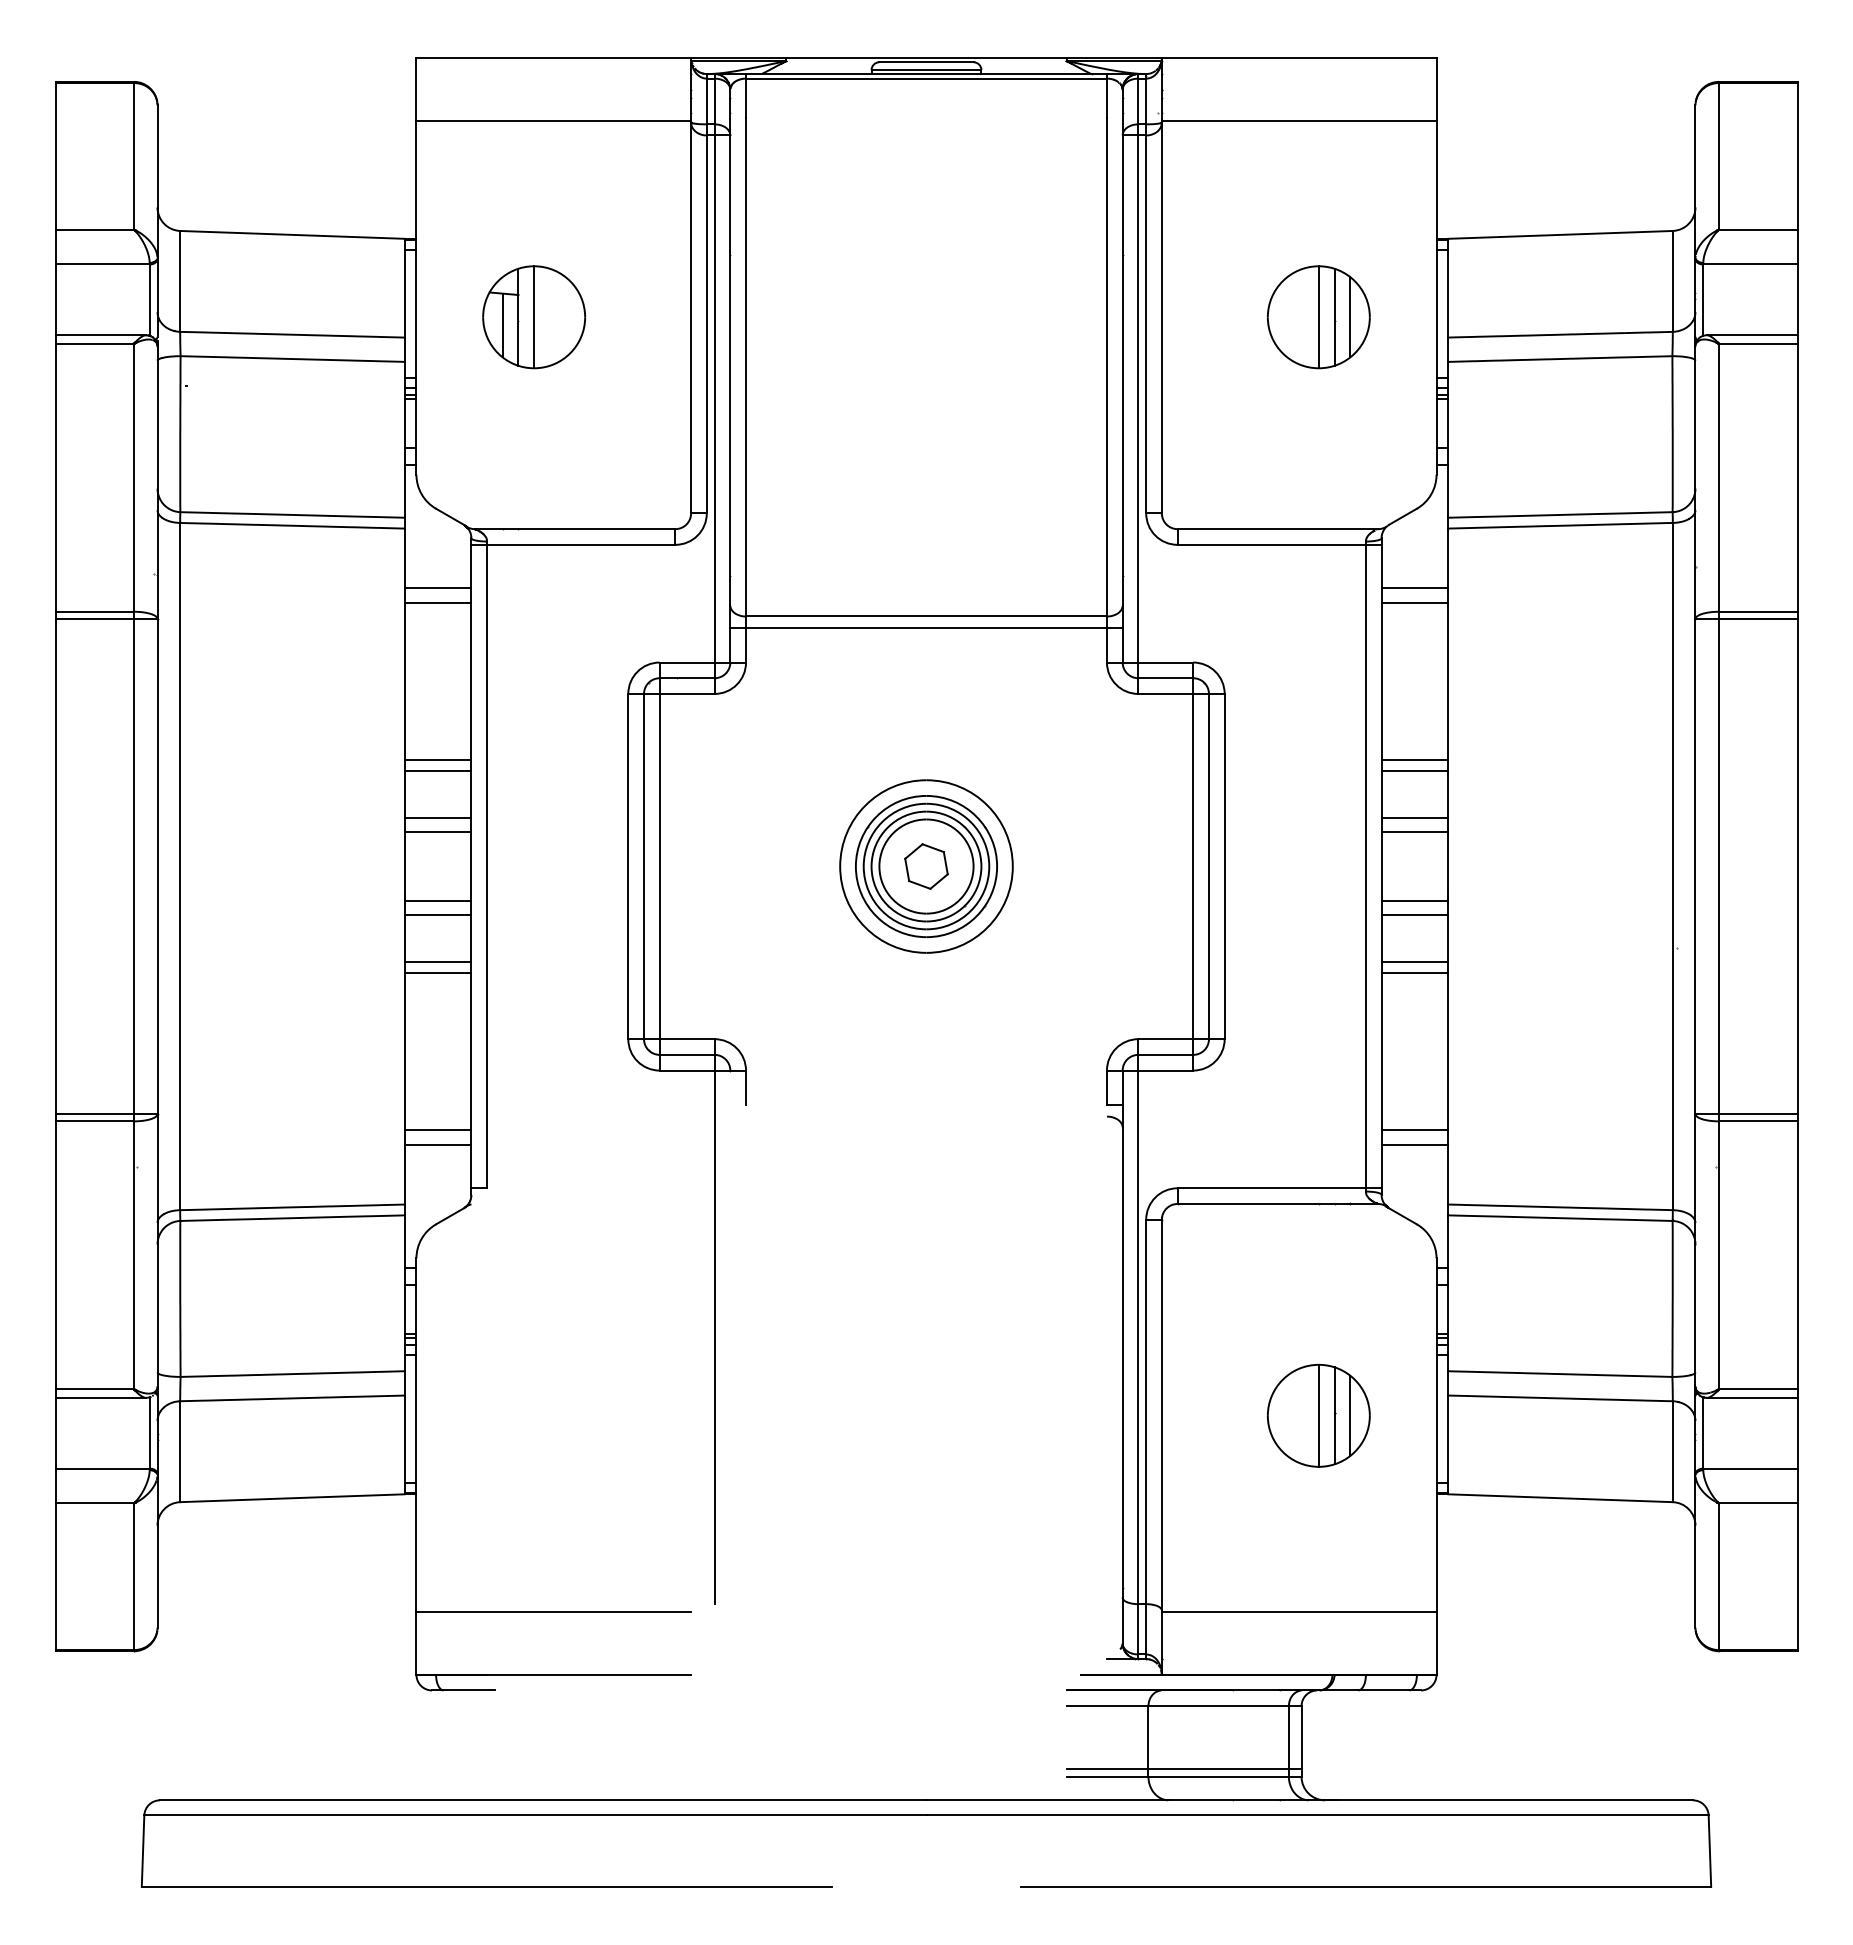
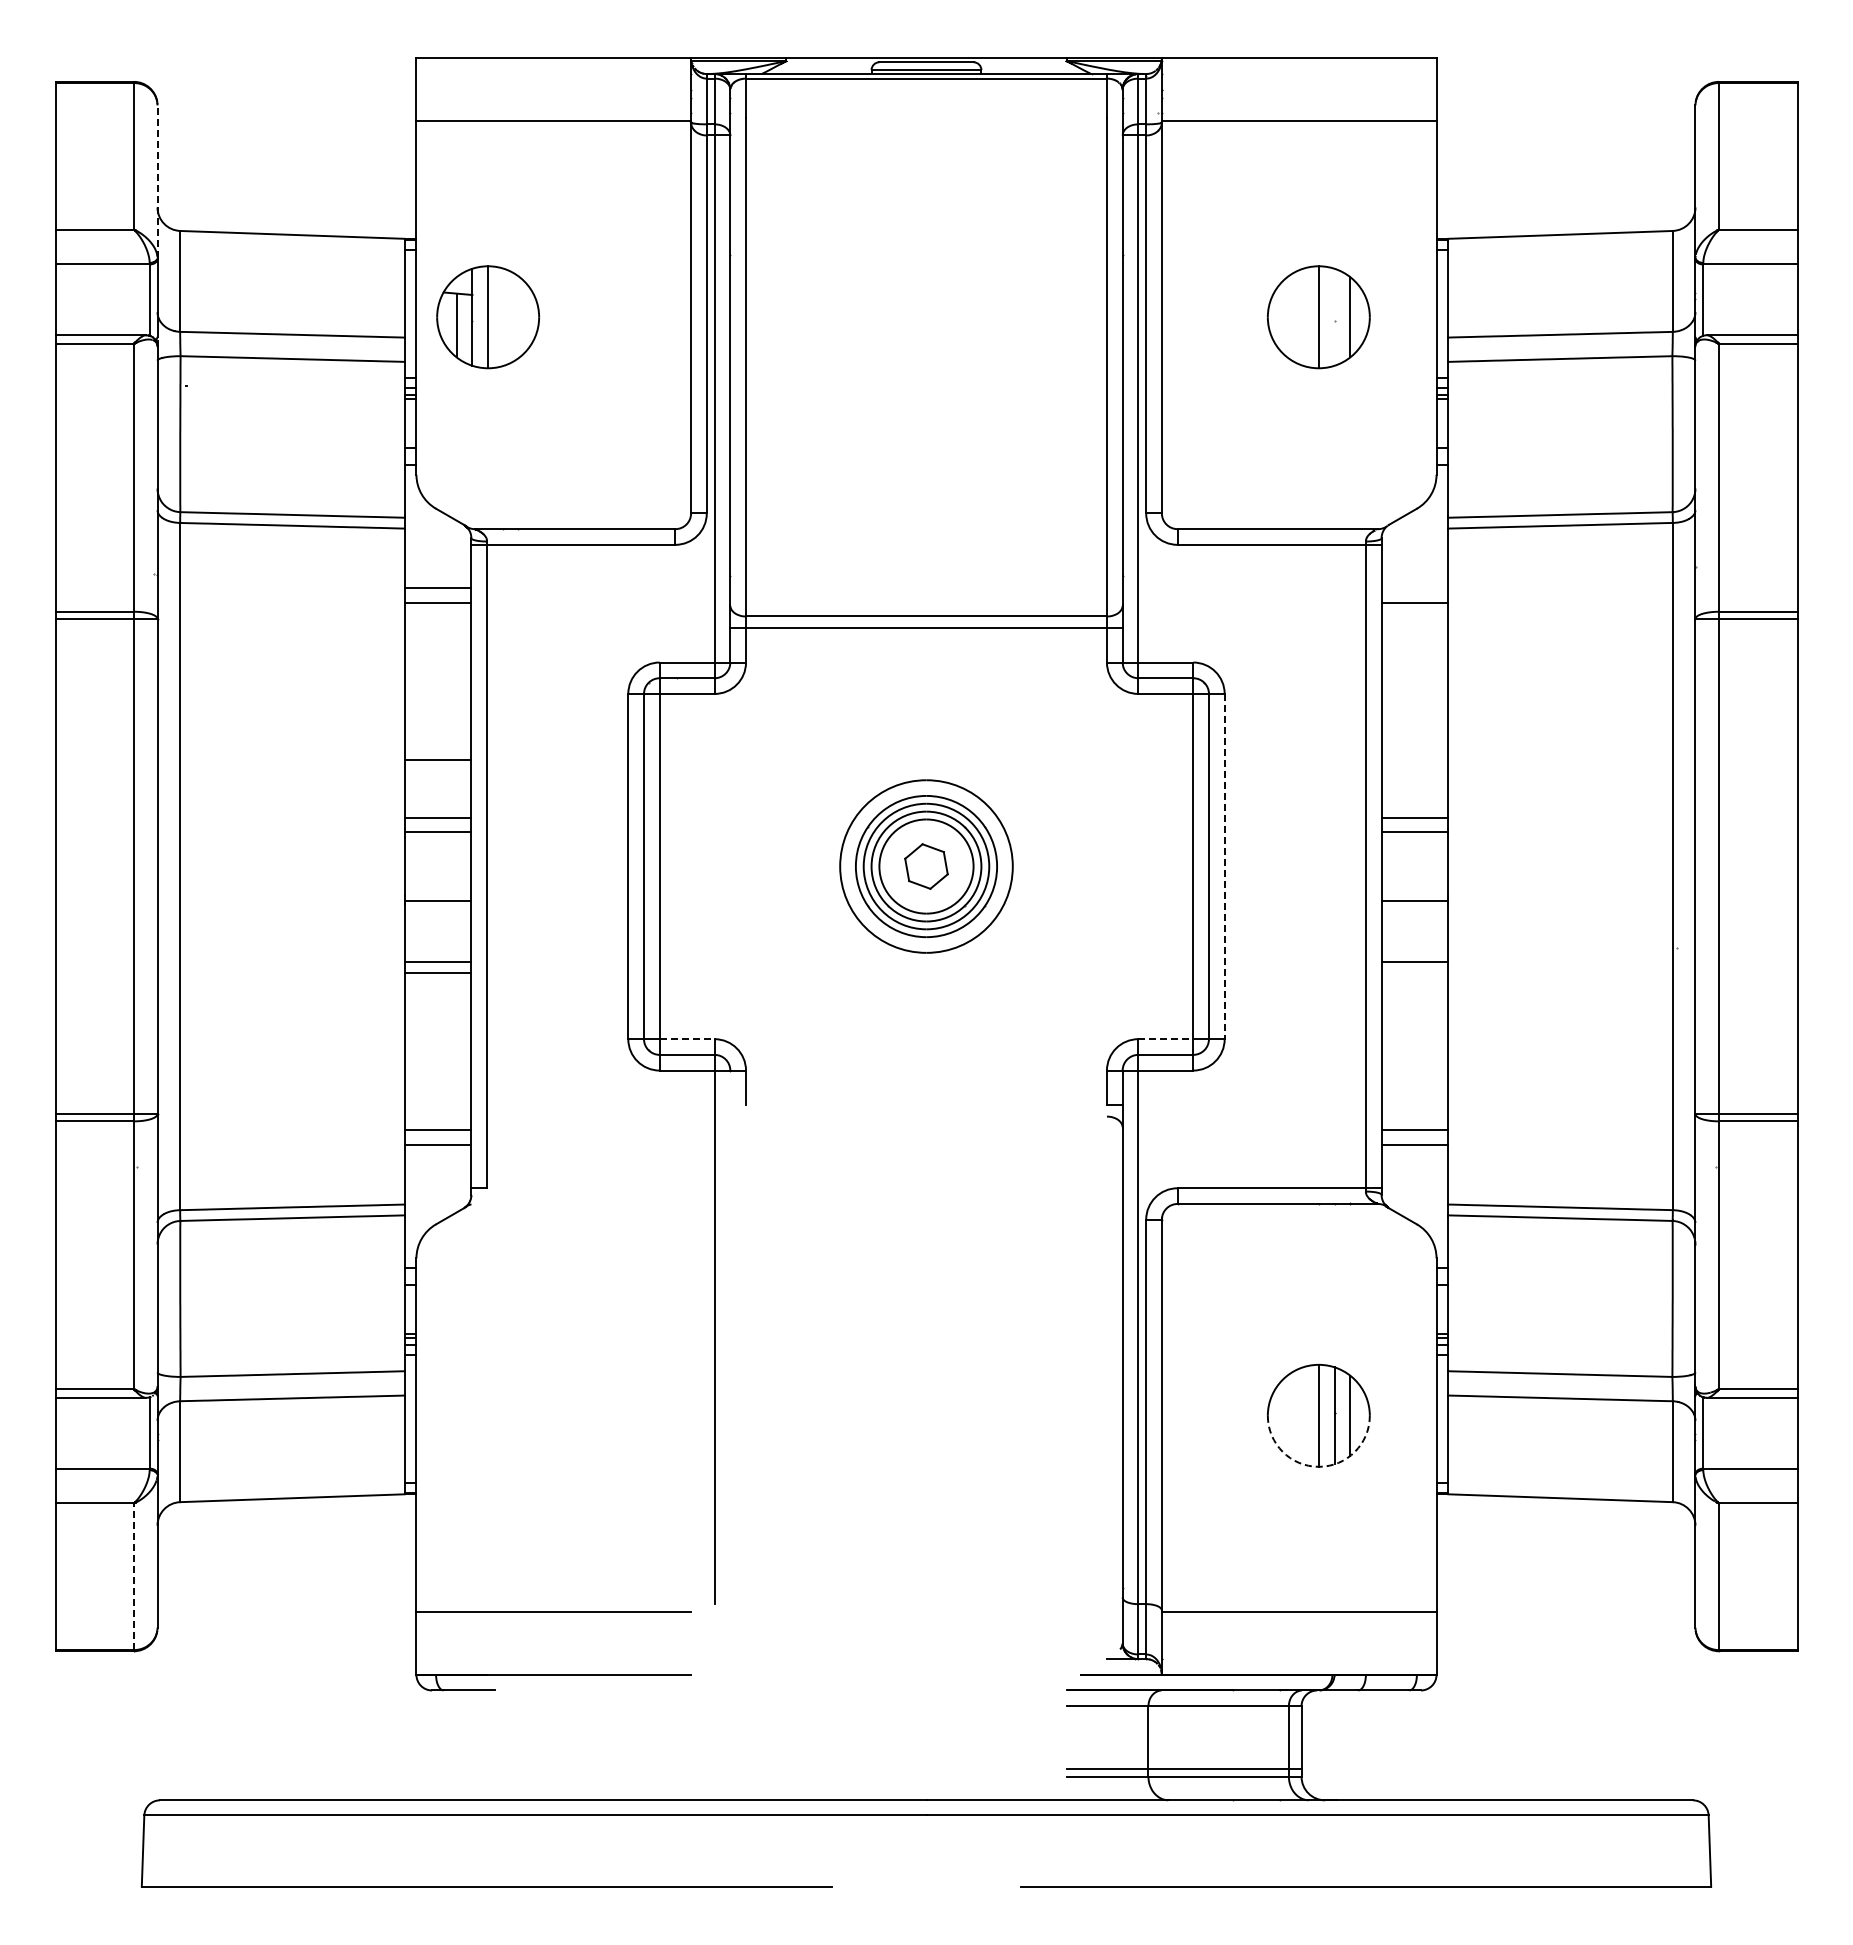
line at (157, 181): solid -> dashed
line at (1334, 316): present -> none
part at (534, 317) position: (534, 317) -> (488, 317)
line at (1414, 588): present -> none
line at (1414, 760): present -> none
line at (437, 771): present -> none
line at (1414, 771): present -> none
line at (1224, 866): solid -> dashed
line at (437, 915): present -> none
line at (1414, 915): present -> none
line at (1414, 973): present -> none
line at (687, 1039): solid -> dashed
line at (1166, 1039): solid -> dashed
arc at (1318, 1466): solid -> dashed
line at (133, 1576): solid -> dashed
